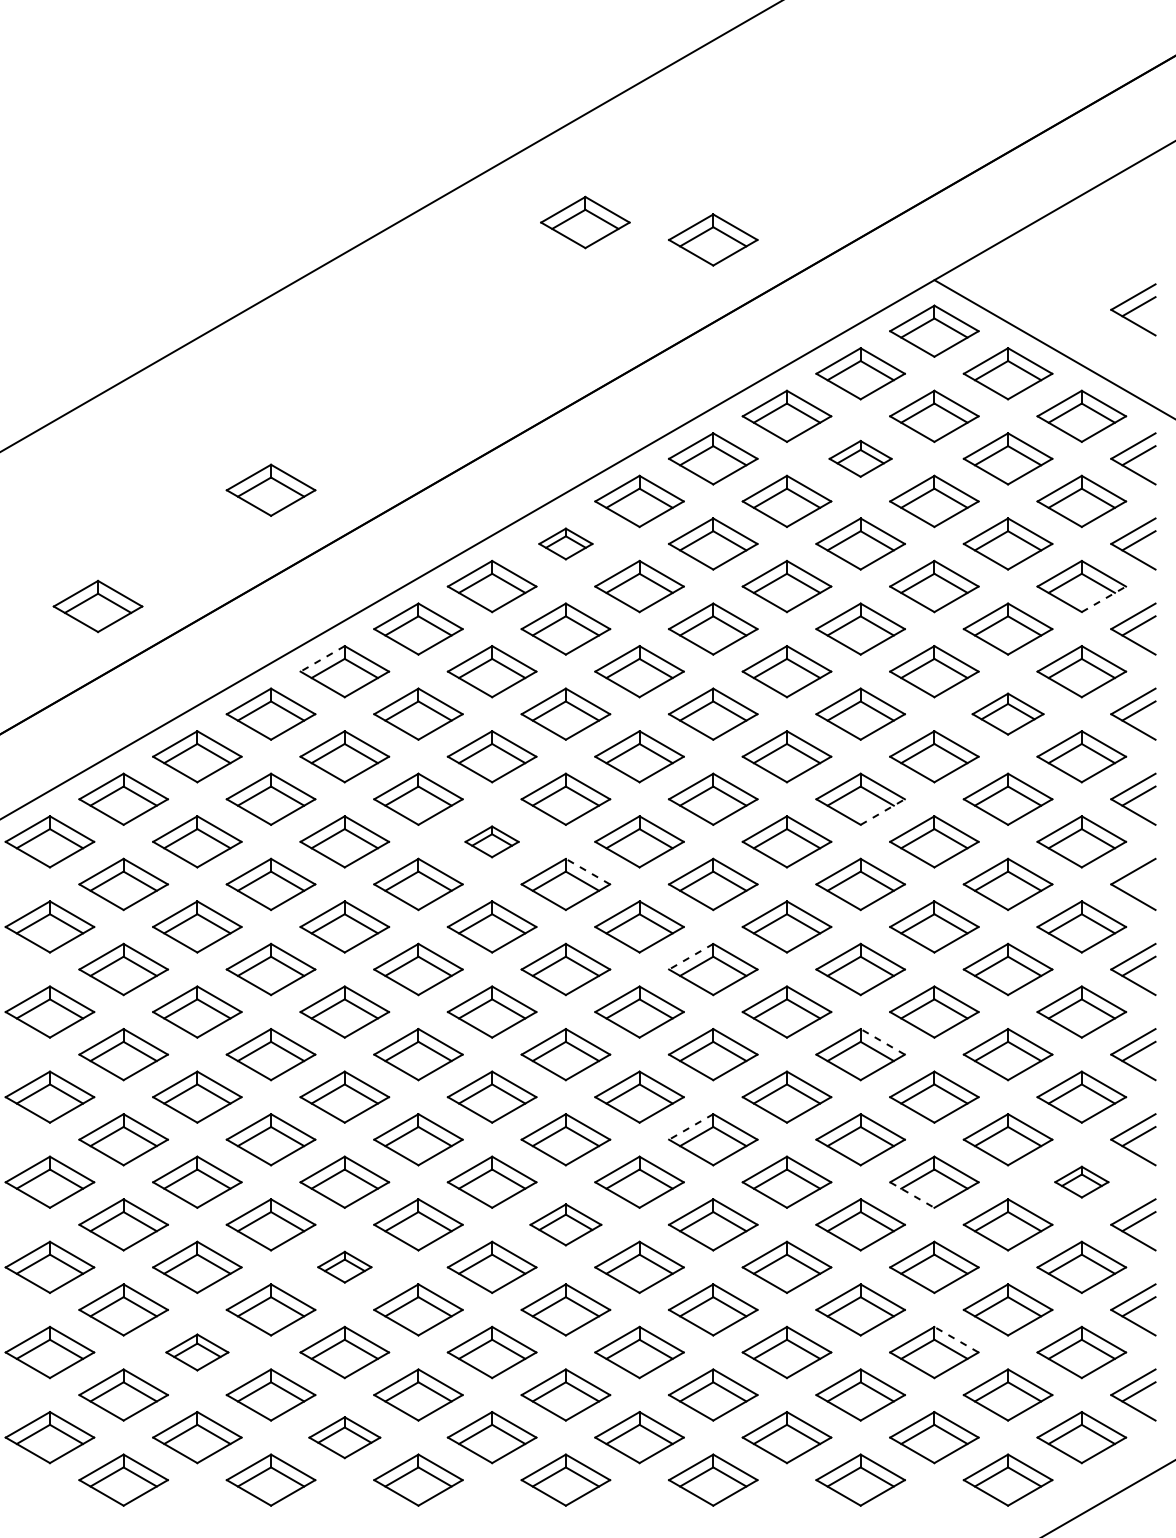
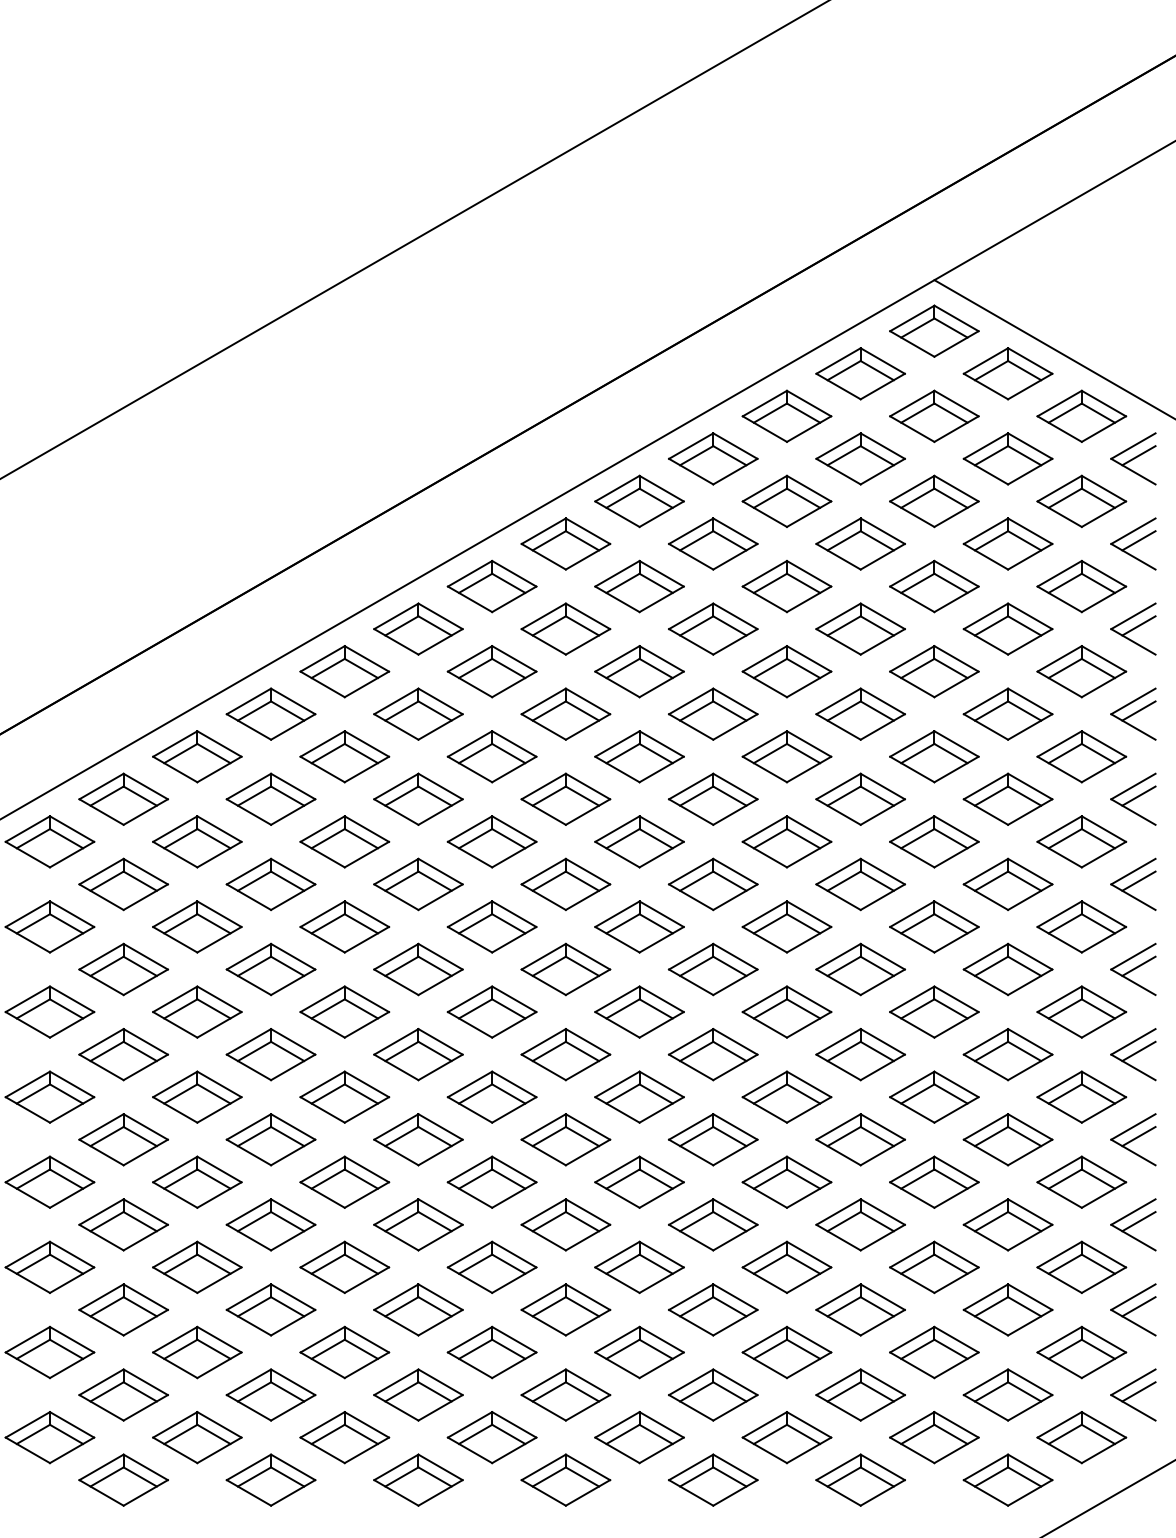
part at (585, 222): present -> none
line at (390, 226) position: (390, 226) -> (414, 240)
part at (713, 239): present -> none
part at (1133, 309): present -> none
part at (860, 458) size: 65x39 px -> 91x54 px
part at (270, 489): present -> none
part at (565, 543) size: 56x34 px -> 92x54 px
line at (1103, 599): dashed -> solid
part at (97, 606): present -> none
line at (322, 658): dashed -> solid
part at (1007, 713) size: 74x44 px -> 92x54 px
line at (882, 812): dashed -> solid
part at (491, 841) size: 56x34 px -> 92x54 px
line at (588, 871): dashed -> solid
line at (1138, 880): none -> present
line at (691, 956): dashed -> solid
line at (882, 1041): dashed -> solid
line at (691, 1126): dashed -> solid
part at (1081, 1181) size: 56x34 px -> 92x54 px
line at (912, 1195): dashed -> solid
part at (565, 1224) size: 74x44 px -> 92x54 px
part at (344, 1266) size: 56x34 px -> 92x54 px
line at (956, 1339): dashed -> solid
part at (197, 1352) size: 65x39 px -> 91x55 px
part at (344, 1437) size: 74x44 px -> 92x54 px
